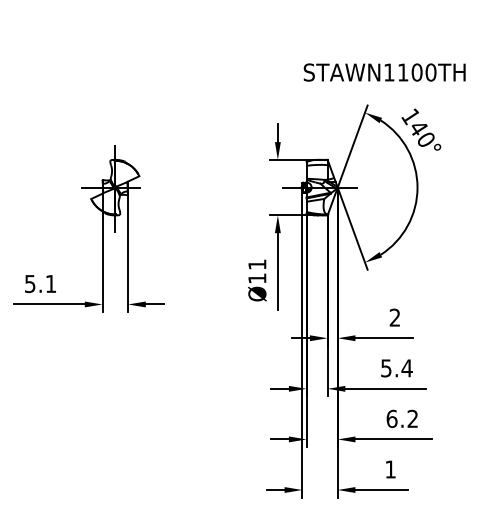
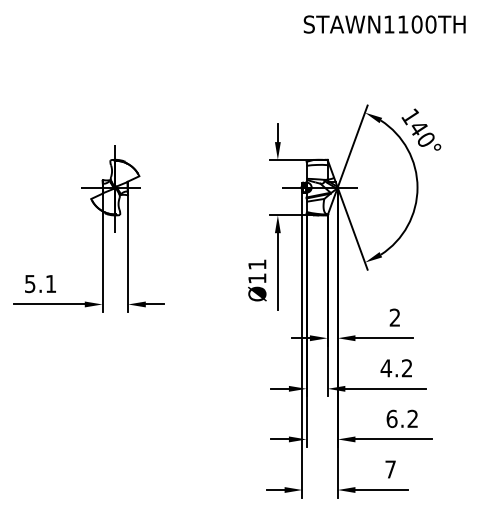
text at (384, 72) position: (384, 72) -> (384, 24)
text at (396, 368): 5.4 -> 4.2
text at (390, 469): 1 -> 7
